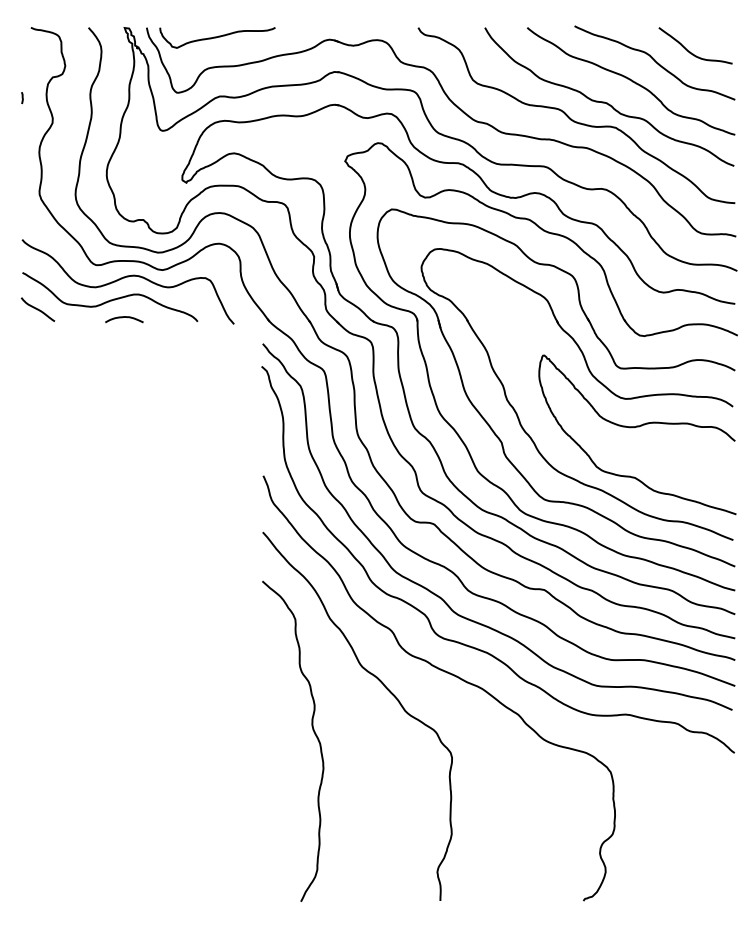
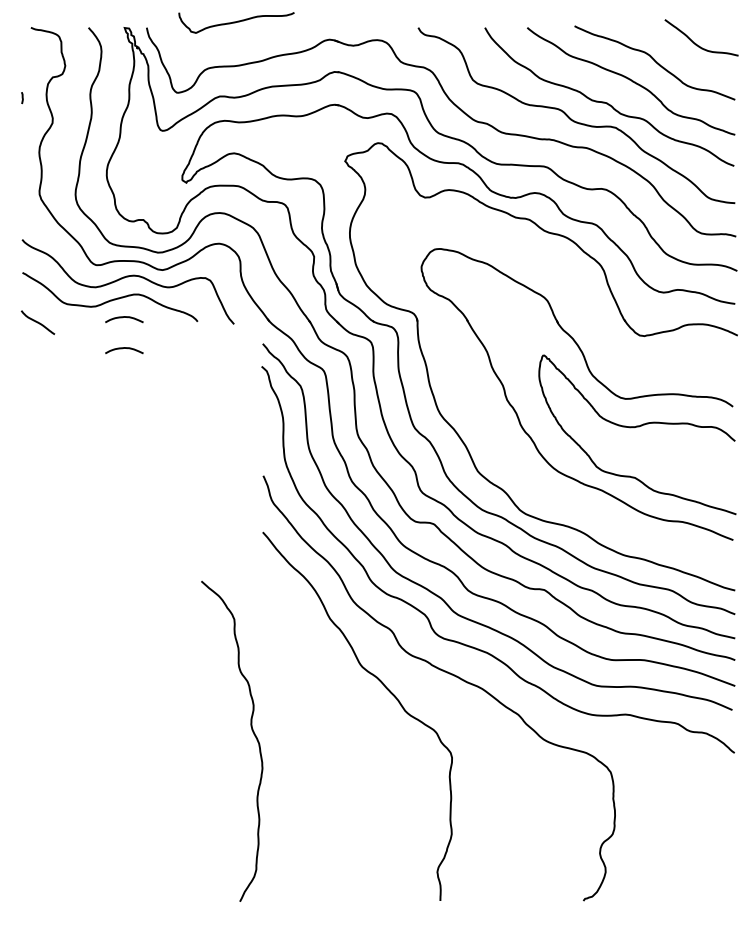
curve at (217, 37) position: (217, 37) -> (236, 22)
curve at (689, 50) position: (689, 50) -> (695, 42)
curve at (38, 309) position: (38, 309) -> (38, 322)
curve at (124, 348): none -> present
part at (611, 358): present -> none
curve at (312, 730) position: (312, 730) -> (251, 730)
